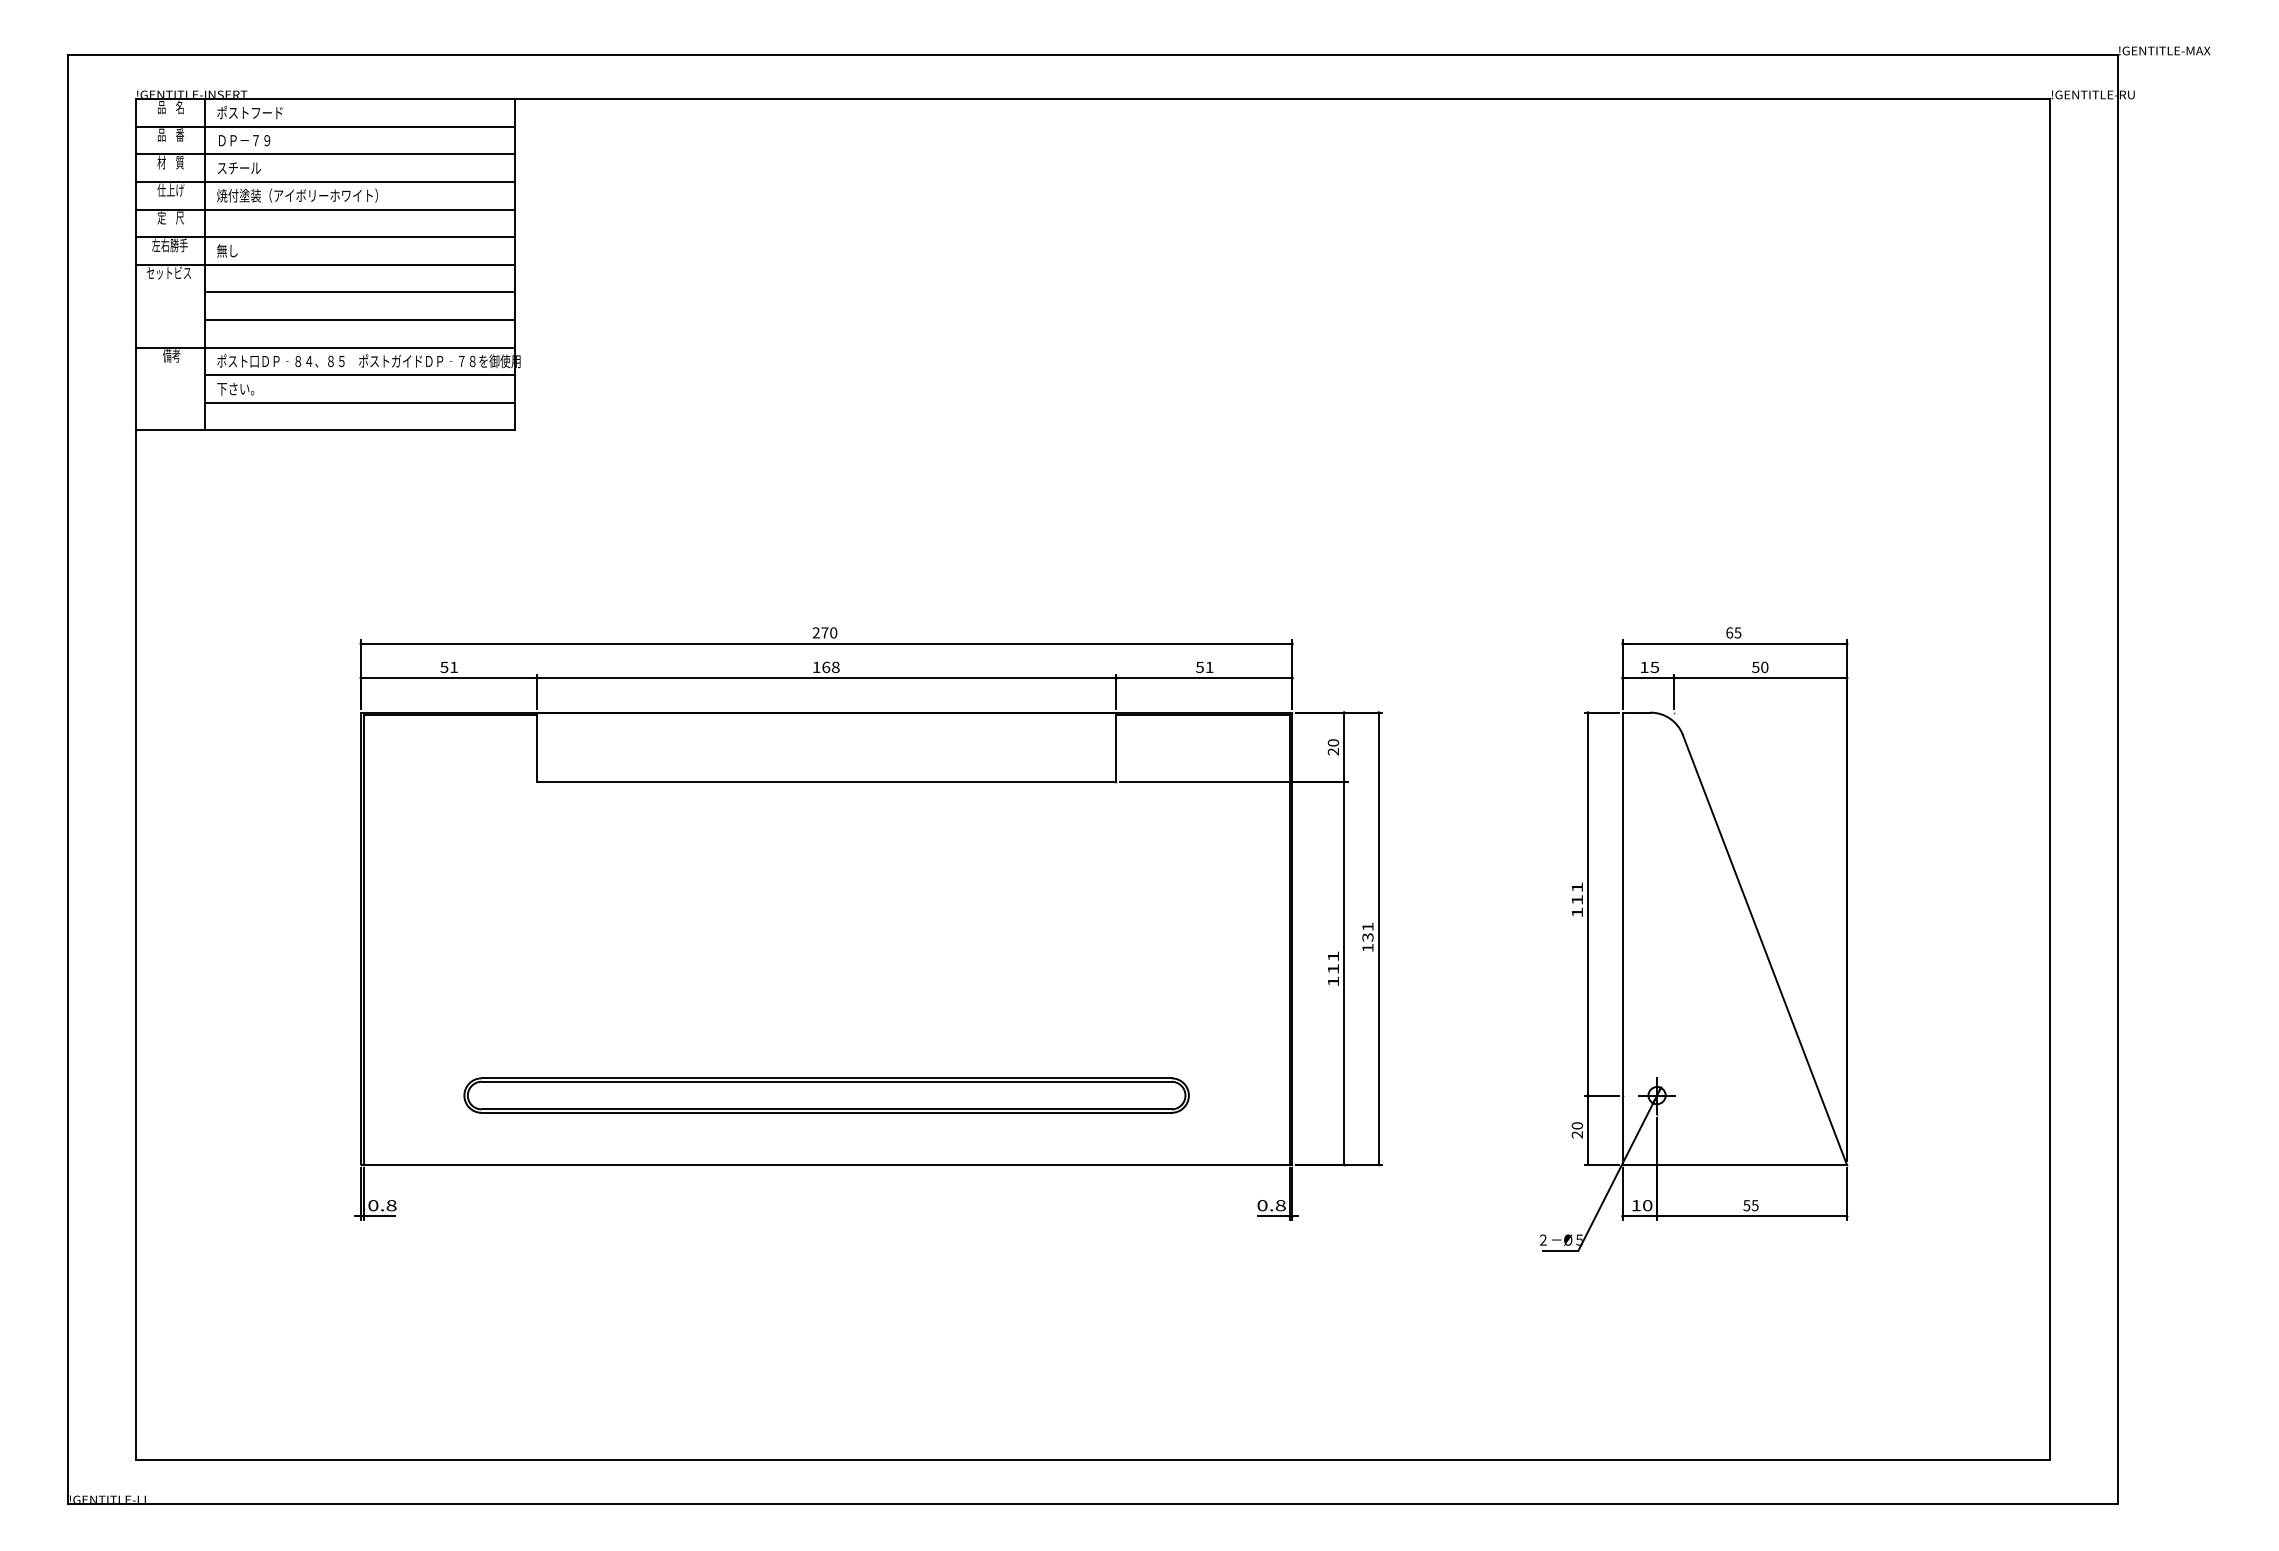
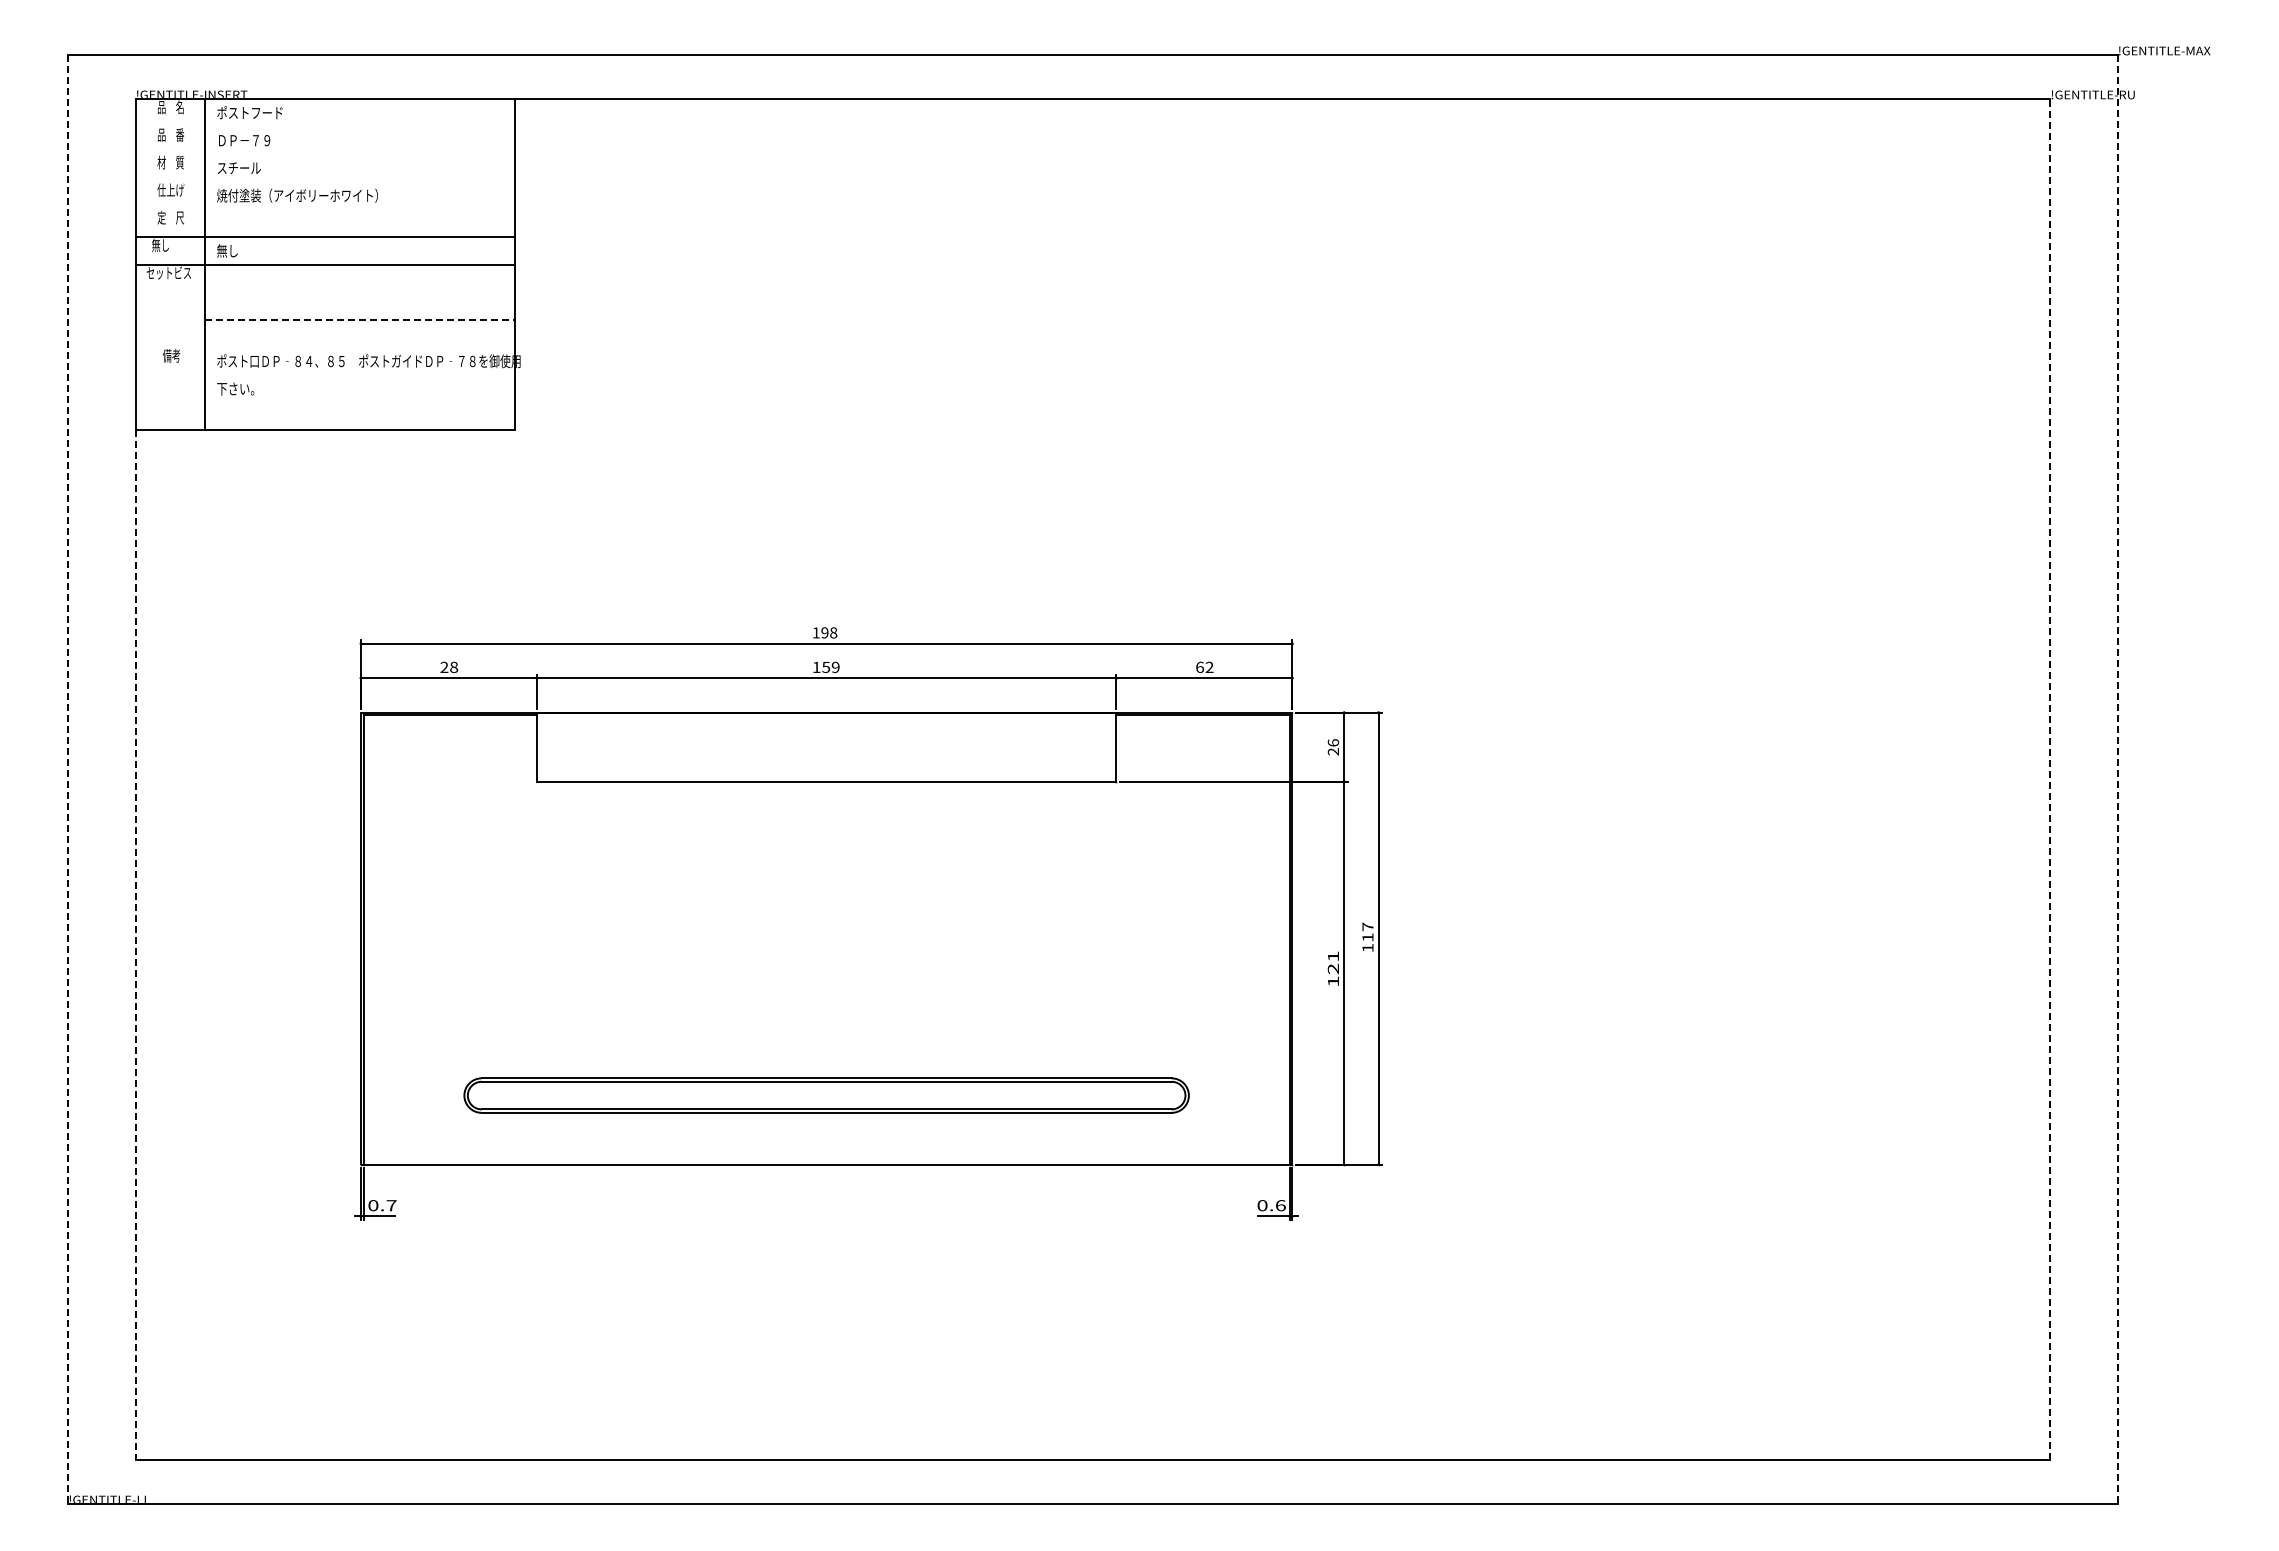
line at (325, 126): present -> none
line at (325, 154): present -> none
line at (325, 182): present -> none
line at (325, 209): present -> none
text at (169, 245): 左右勝手 -> 無し
line at (359, 292): present -> none
line at (360, 320): solid -> dashed
line at (325, 347): present -> none
line at (359, 375): present -> none
line at (359, 402): present -> none
text at (824, 632): 270 -> 198
text at (1204, 666): 51 -> 62
text at (449, 667): 51 -> 28
text at (830, 667): 168 -> 159
text at (1332, 742): 20 -> 26
line at (68, 779): solid -> dashed
line at (2050, 779): solid -> dashed
line at (2117, 779): solid -> dashed
text at (1367, 931): 131 -> 117
part at (1694, 939): present -> none
line at (135, 945): solid -> dashed
text at (1332, 968): 111 -> 121
text at (391, 1205): 0.8 -> 0.7
text at (1280, 1205): 0.8 -> 0.6
